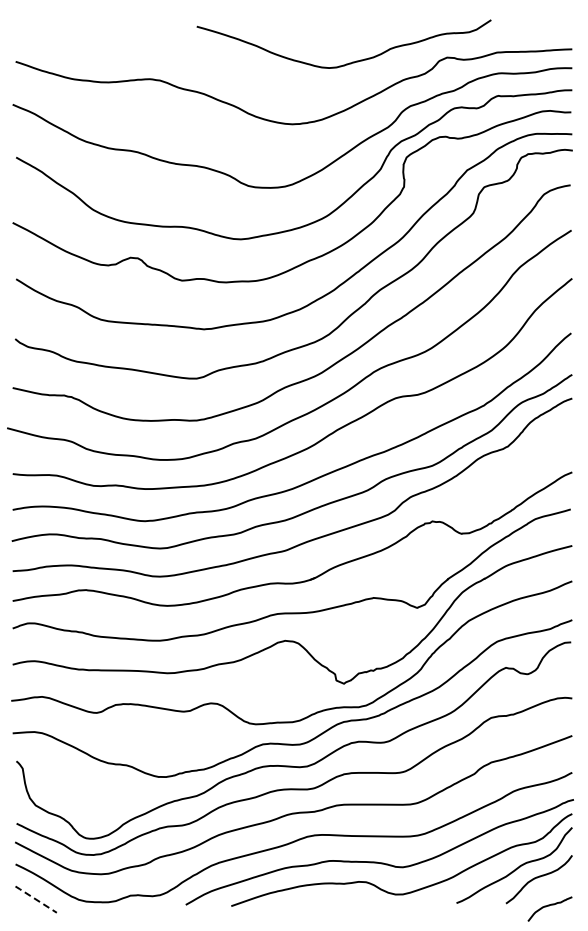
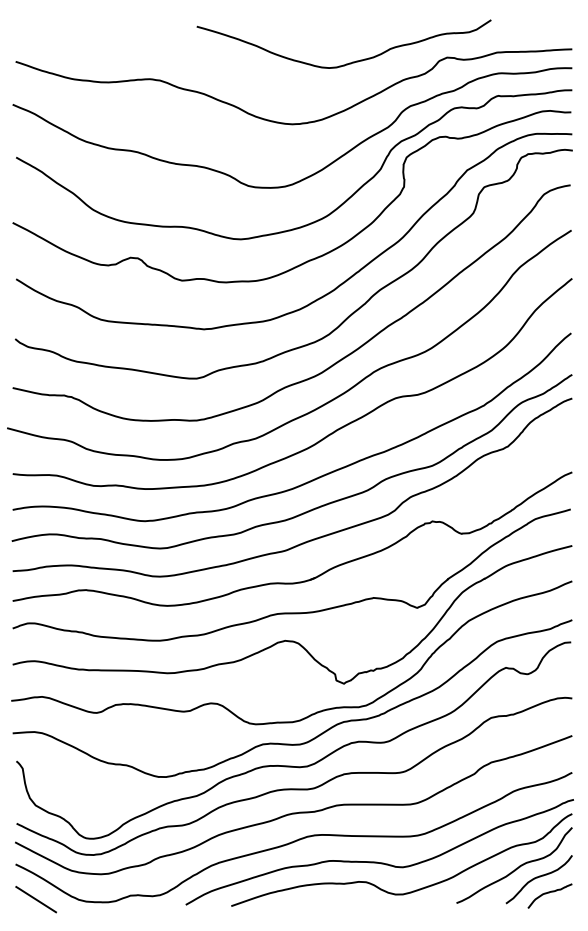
line at (35, 899): dashed -> solid
curve at (549, 906) position: (549, 906) -> (549, 893)
